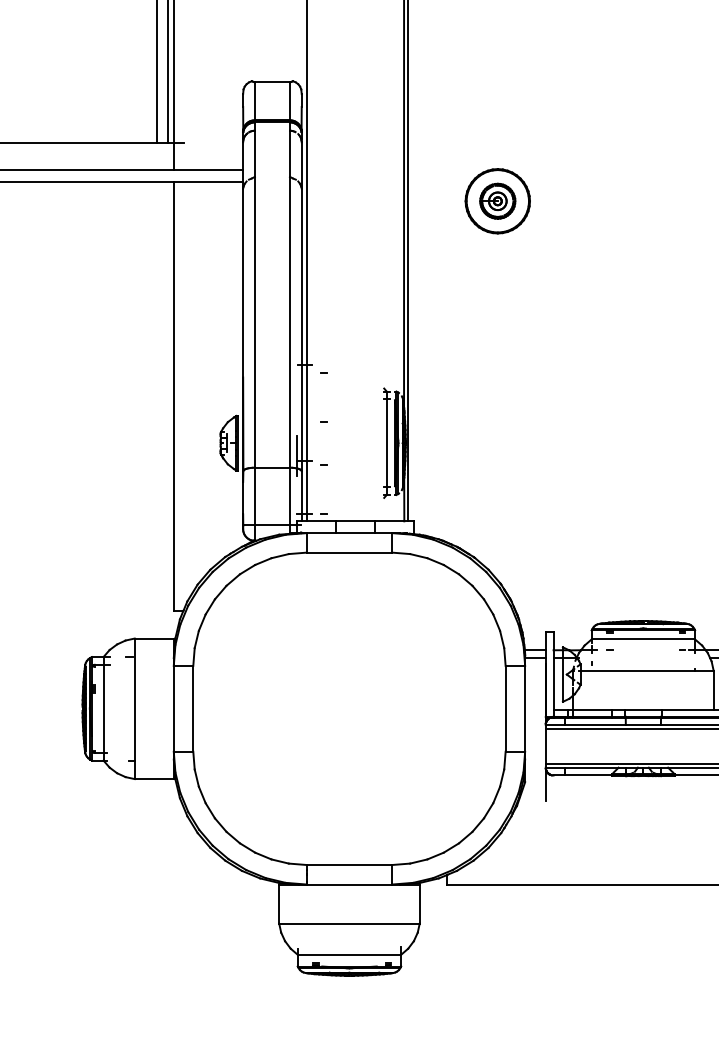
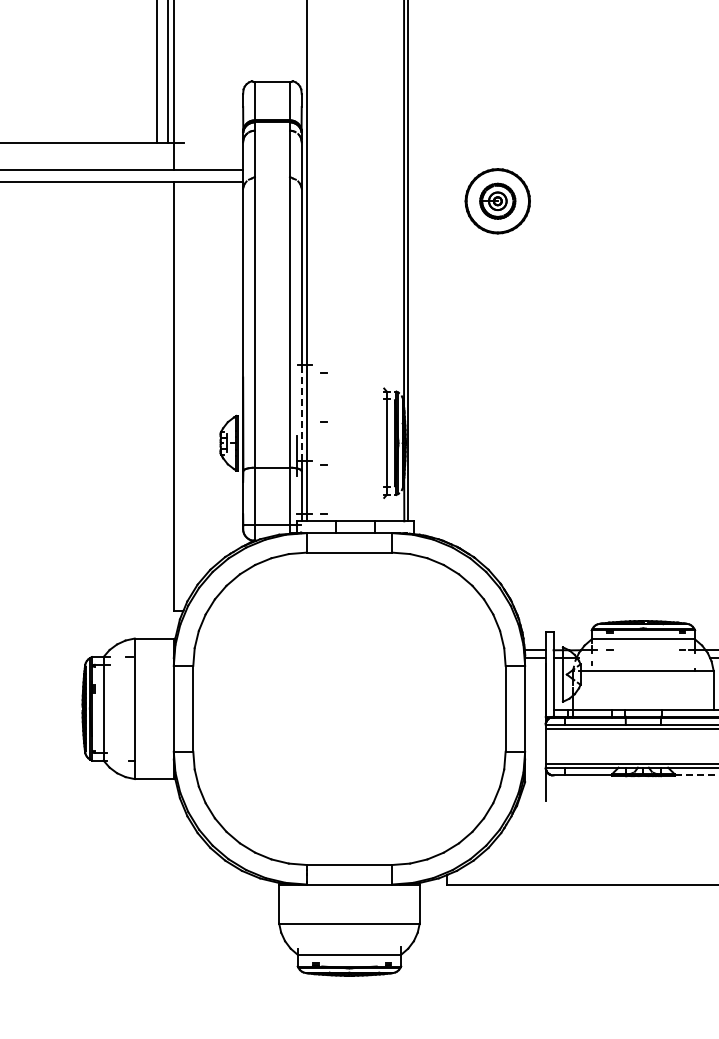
line at (301, 412): solid -> dashed
line at (696, 775): solid -> dashed
